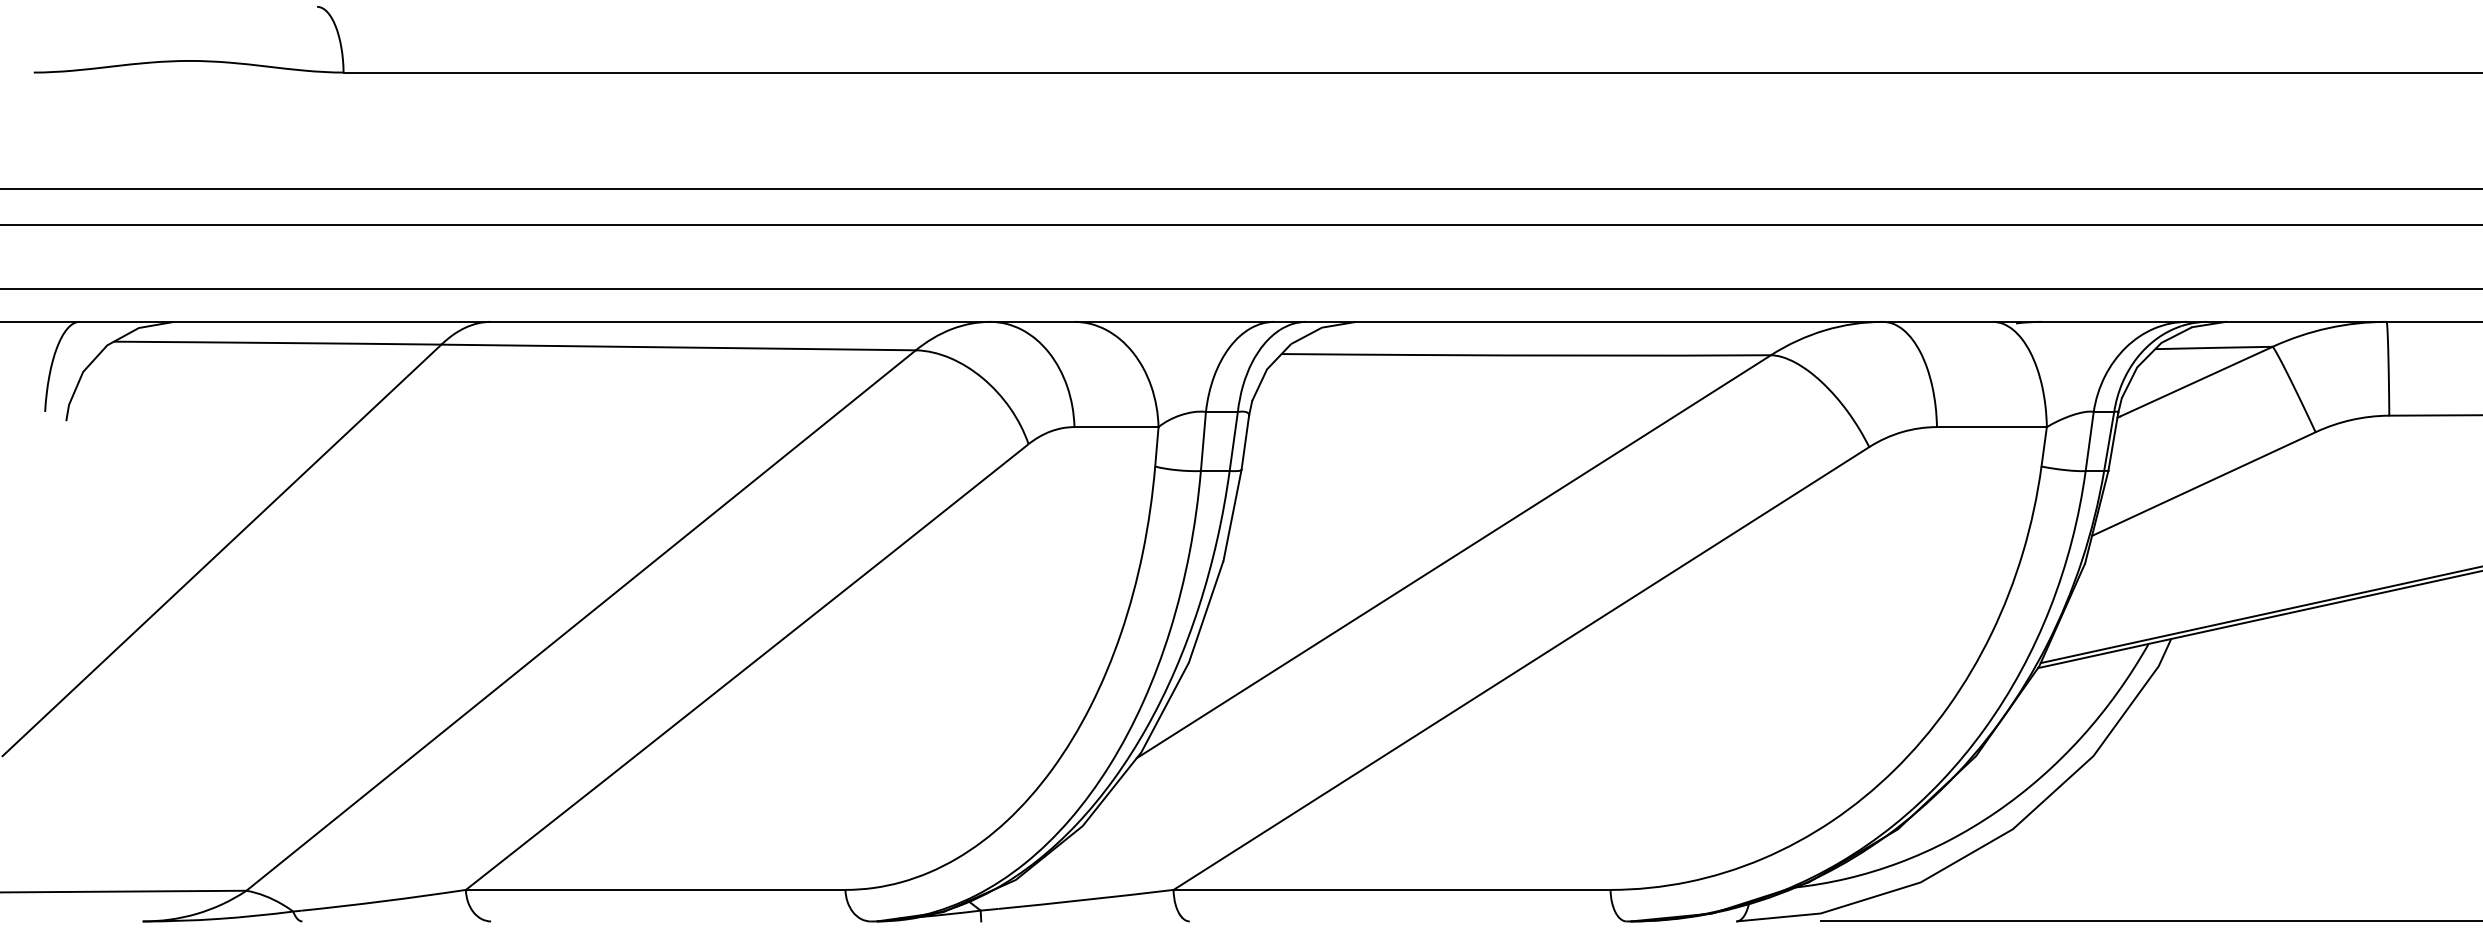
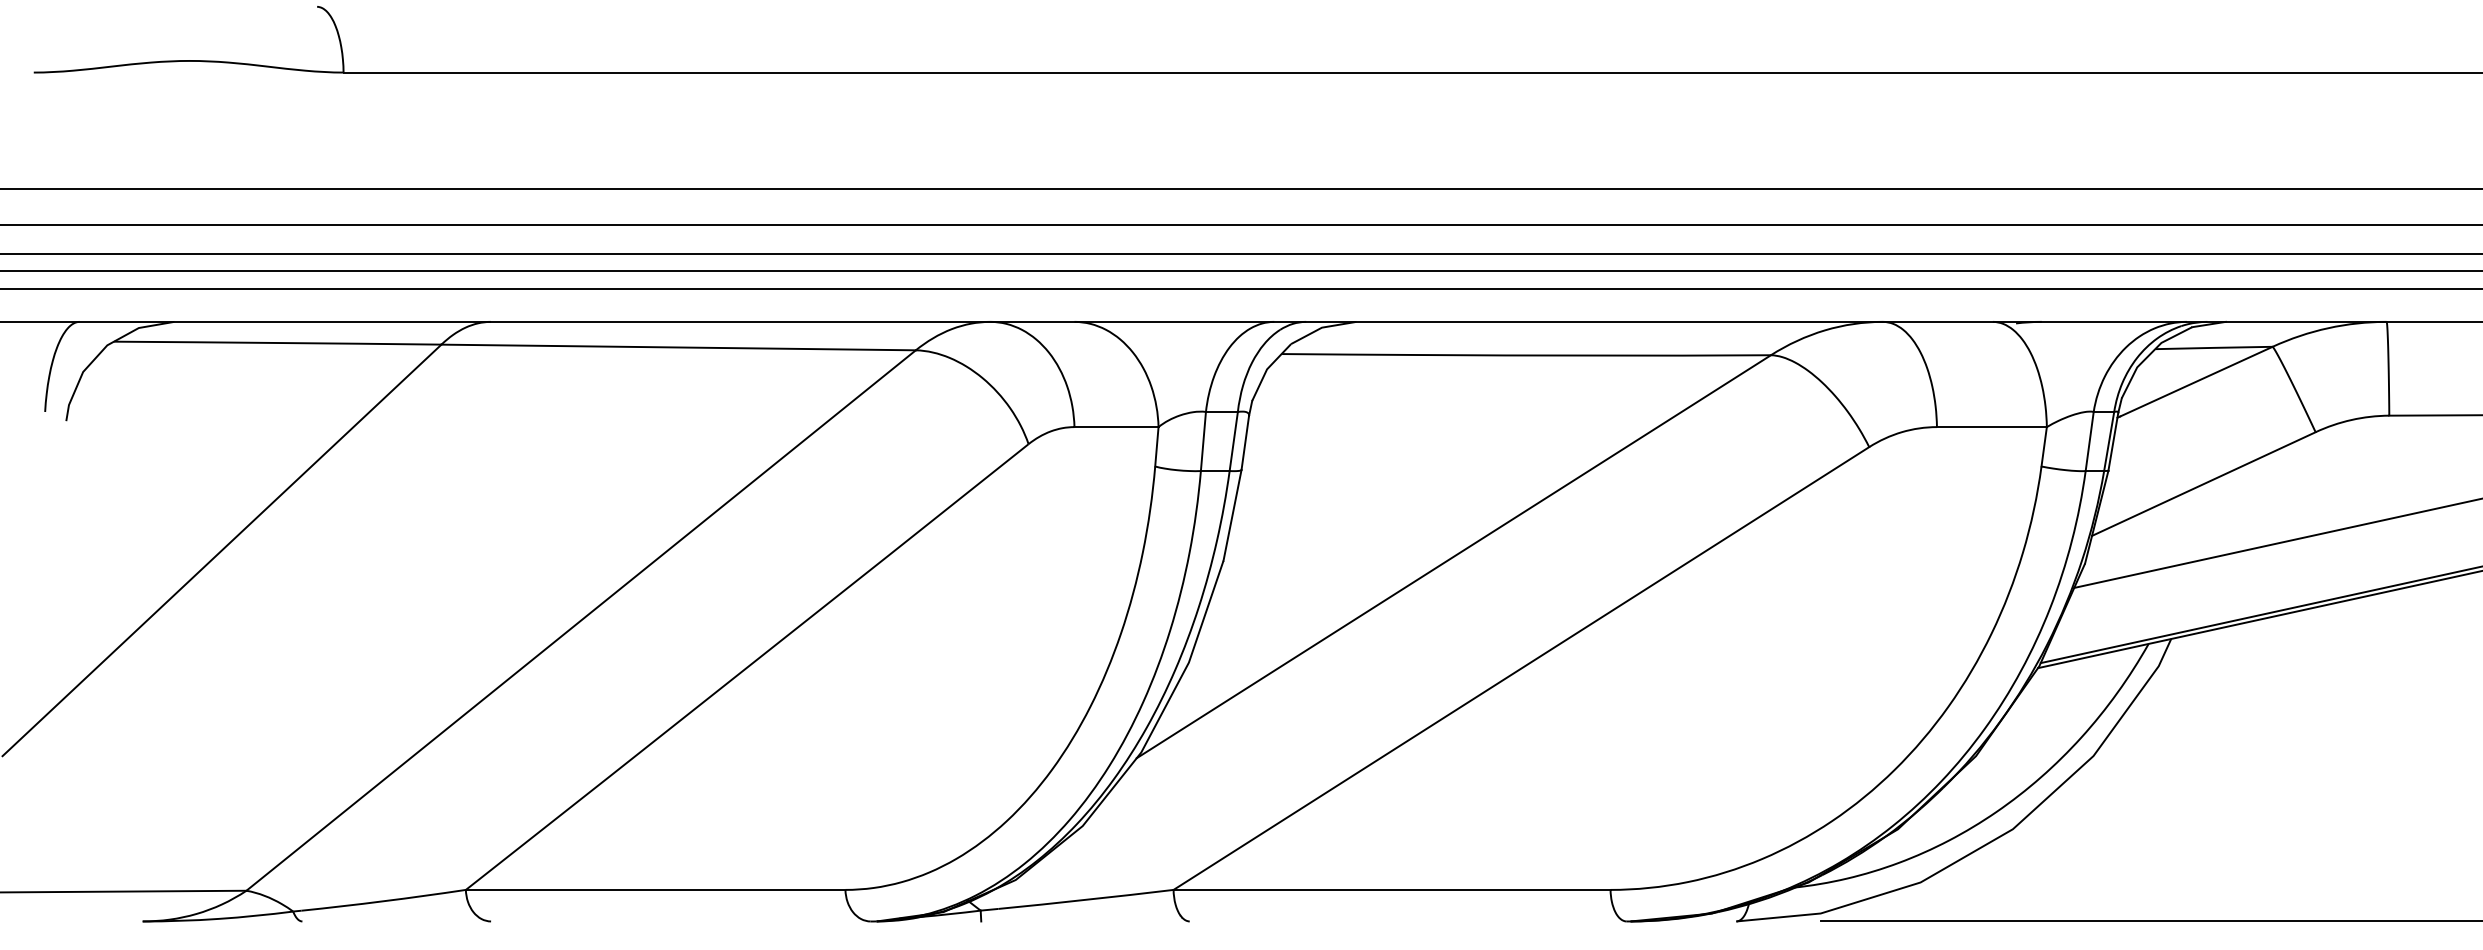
line at (1240, 253): none -> present
line at (1240, 270): none -> present
line at (2276, 543): none -> present
